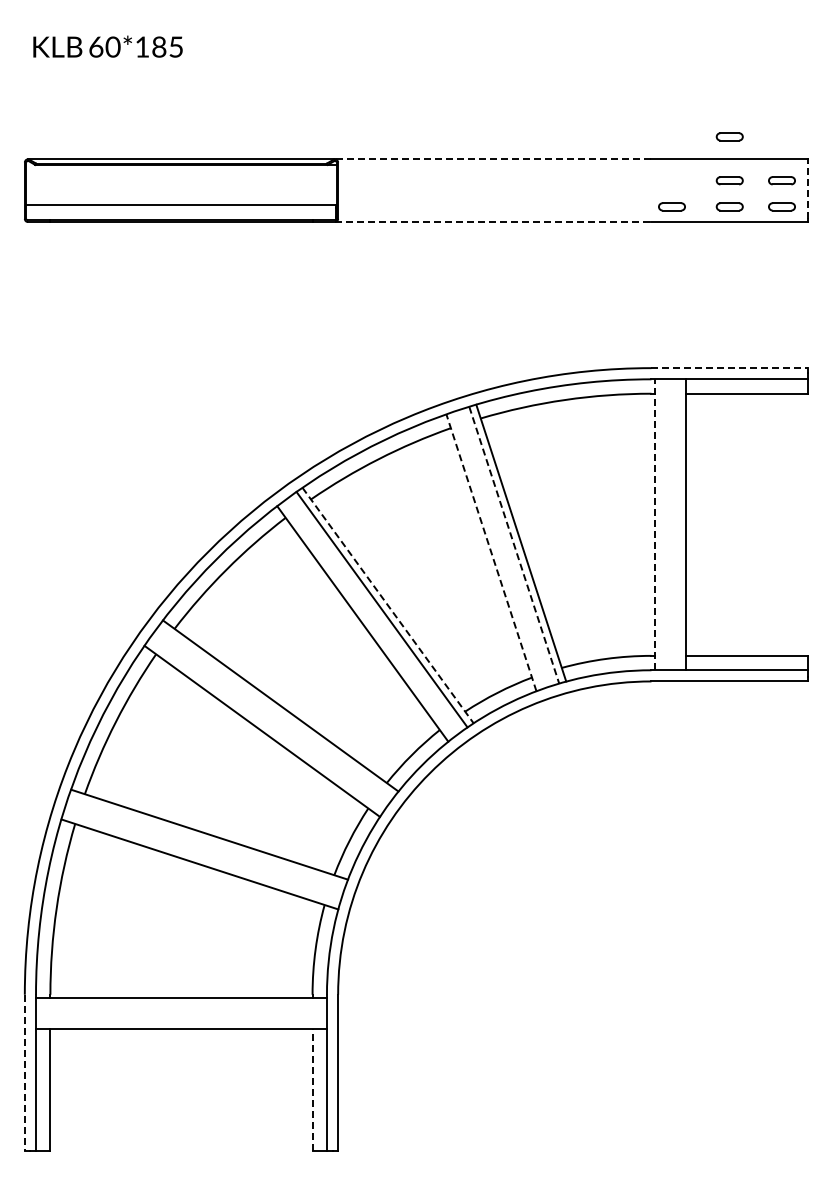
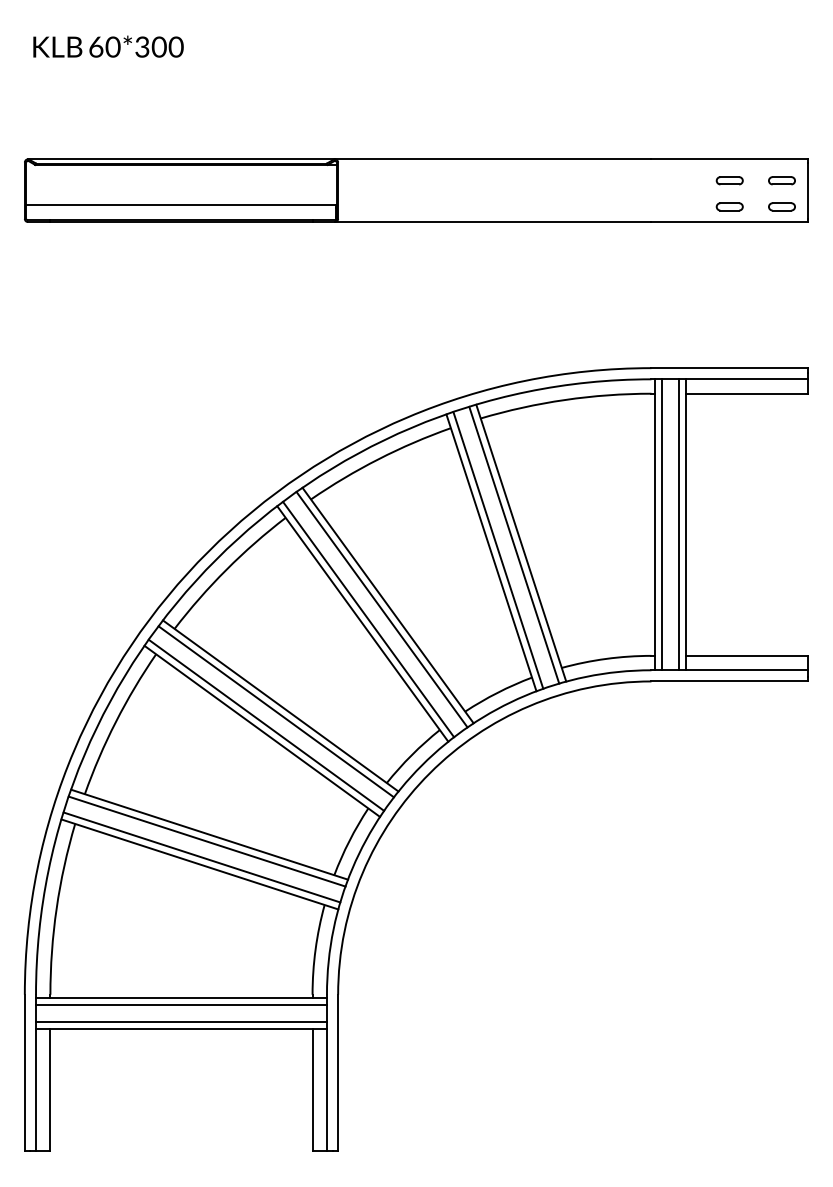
text at (159, 46): 60*185 -> 60*300
part at (729, 136): present -> none
line at (492, 159): dashed -> solid
line at (808, 190): dashed -> solid
part at (671, 206): present -> none
line at (493, 222): dashed -> solid
line at (730, 368): dashed -> solid
line at (654, 524): dashed -> solid
line at (661, 524): none -> present
line at (678, 524): none -> present
line at (514, 545): dashed -> solid
line at (498, 550): none -> present
line at (491, 552): dashed -> solid
line at (388, 605): dashed -> solid
line at (368, 619): none -> present
line at (275, 711): none -> present
line at (266, 724): none -> present
line at (206, 841): none -> present
line at (201, 857): none -> present
line at (181, 1005): none -> present
line at (181, 1021): none -> present
line at (24, 1073): dashed -> solid
line at (312, 1089): dashed -> solid
